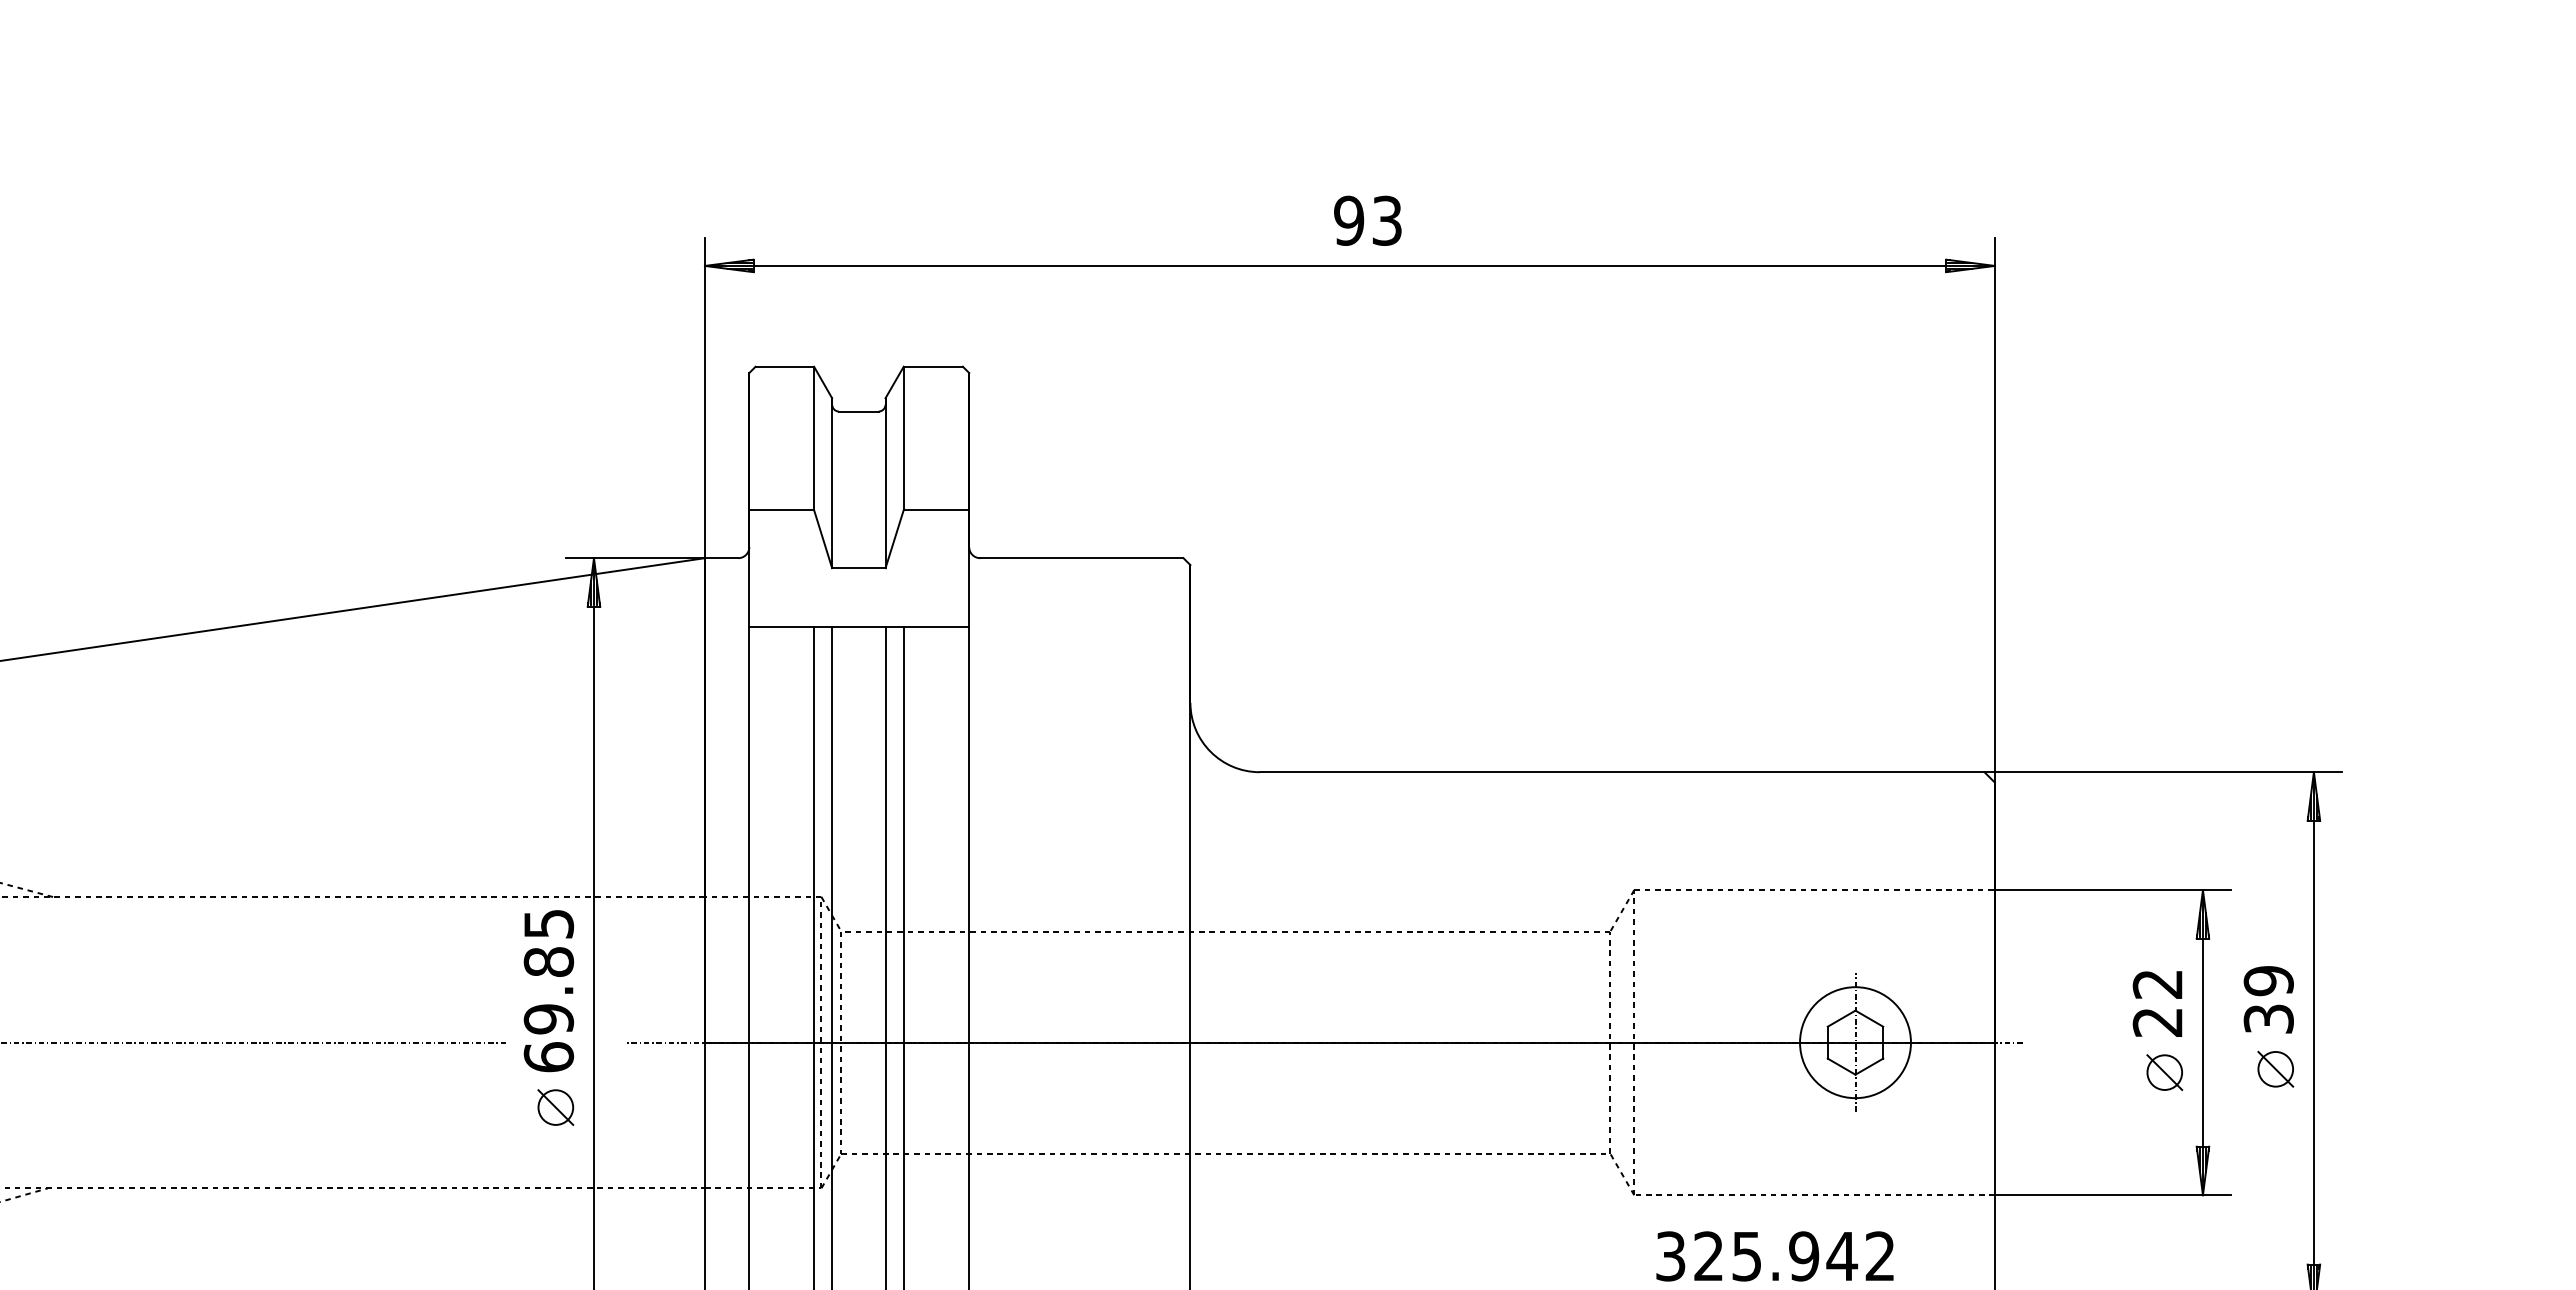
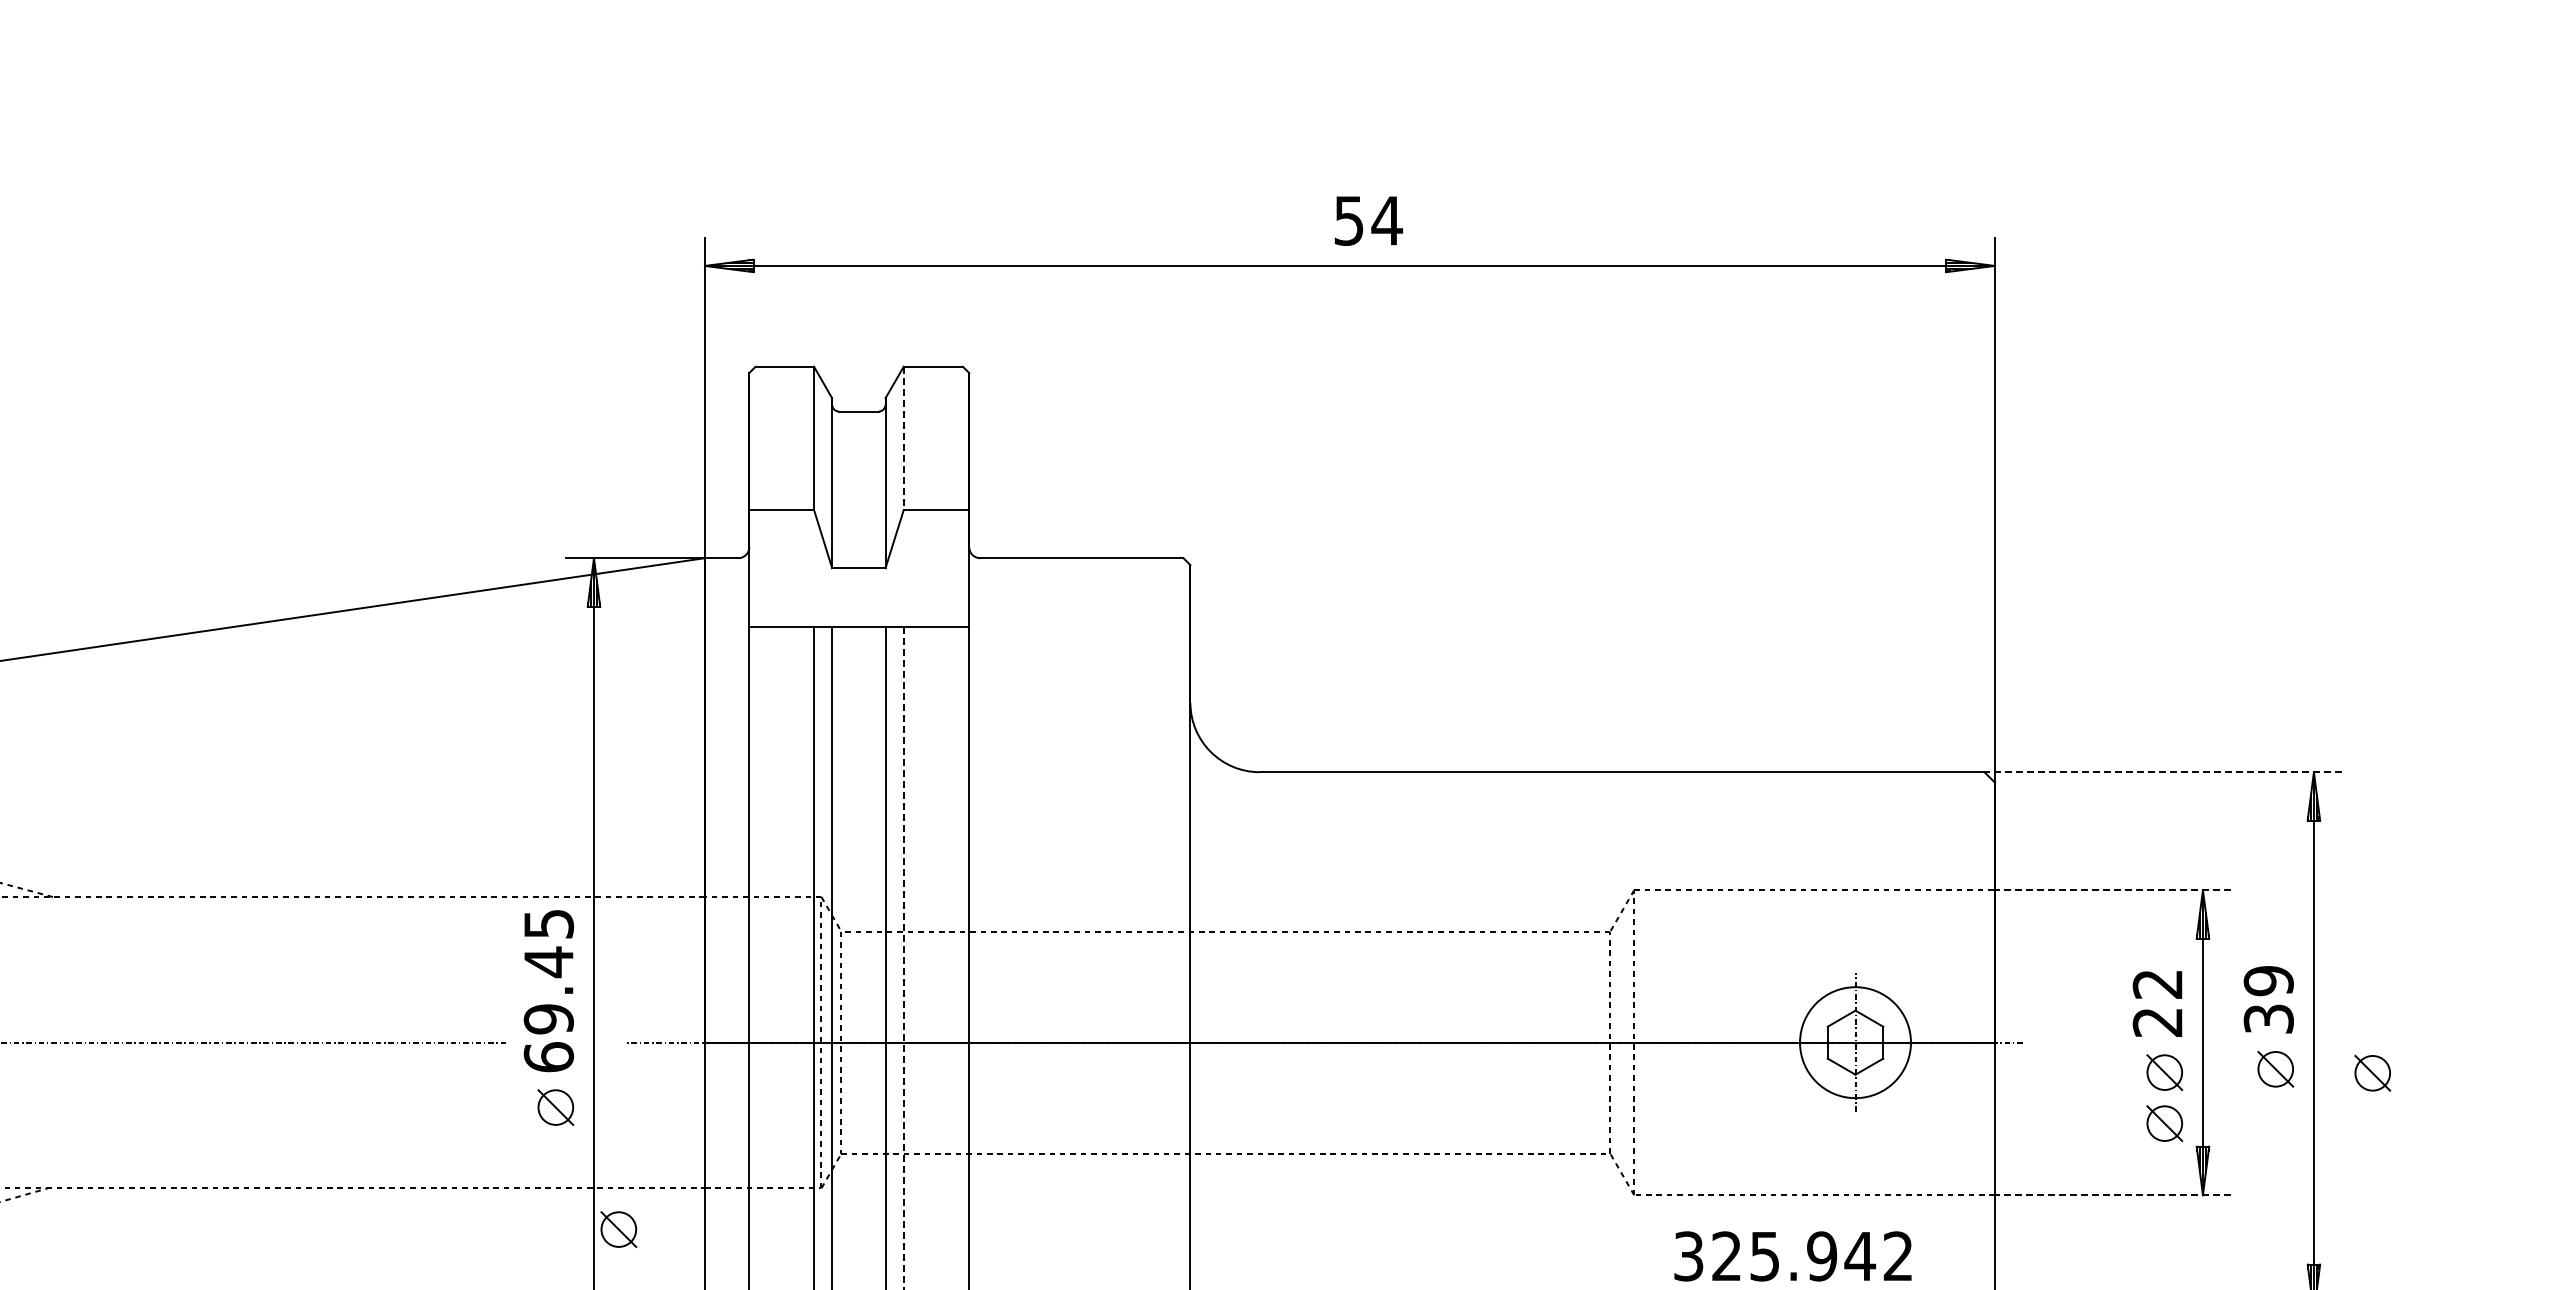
text at (1368, 220): 93 -> 54
line at (903, 438): solid -> dashed
line at (2163, 772): solid -> dashed
line at (2112, 890): solid -> dashed
line at (903, 958): solid -> dashed
text at (548, 962): 69.85 -> 69.45
part at (2372, 1072): none -> present
part at (2164, 1123): none -> present
line at (2112, 1195): solid -> dashed
part at (618, 1229): none -> present
text at (1774, 1256) position: (1774, 1256) -> (1792, 1256)
